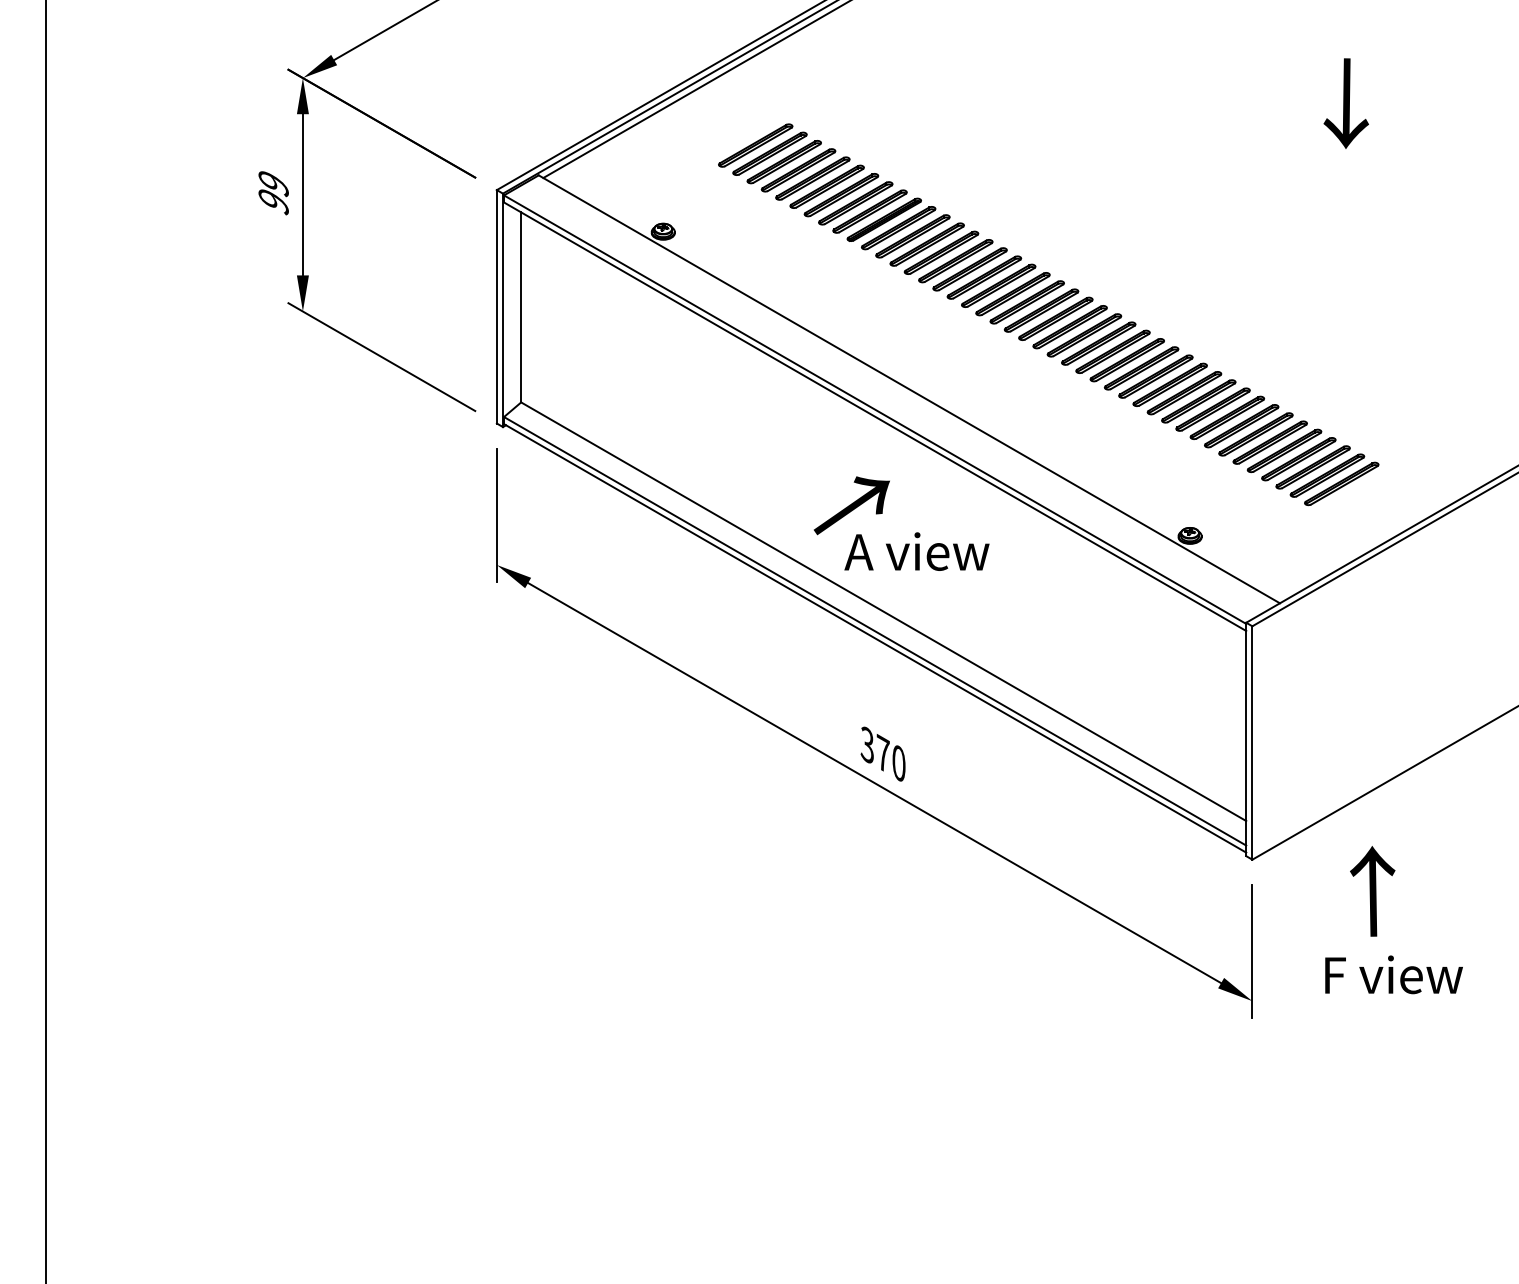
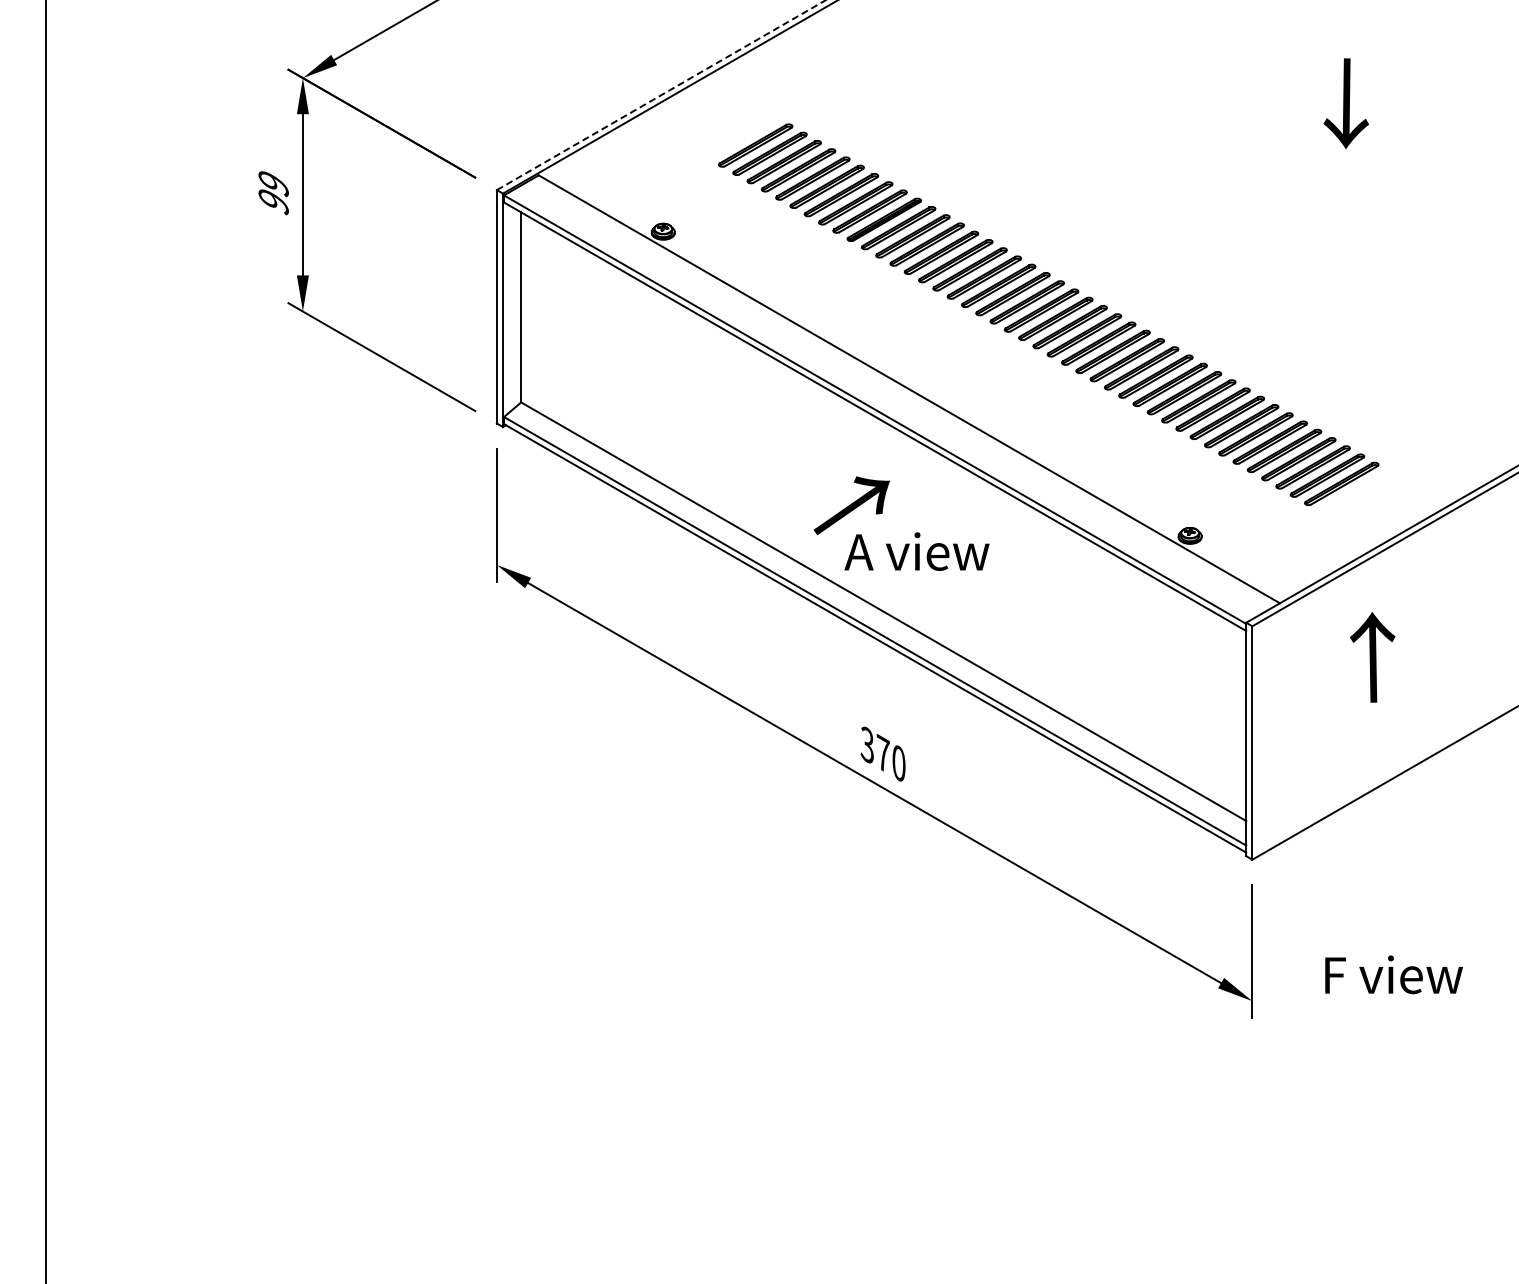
line at (695, 90): present -> none
line at (661, 95): solid -> dashed
text at (1372, 891) position: (1372, 891) -> (1372, 657)
